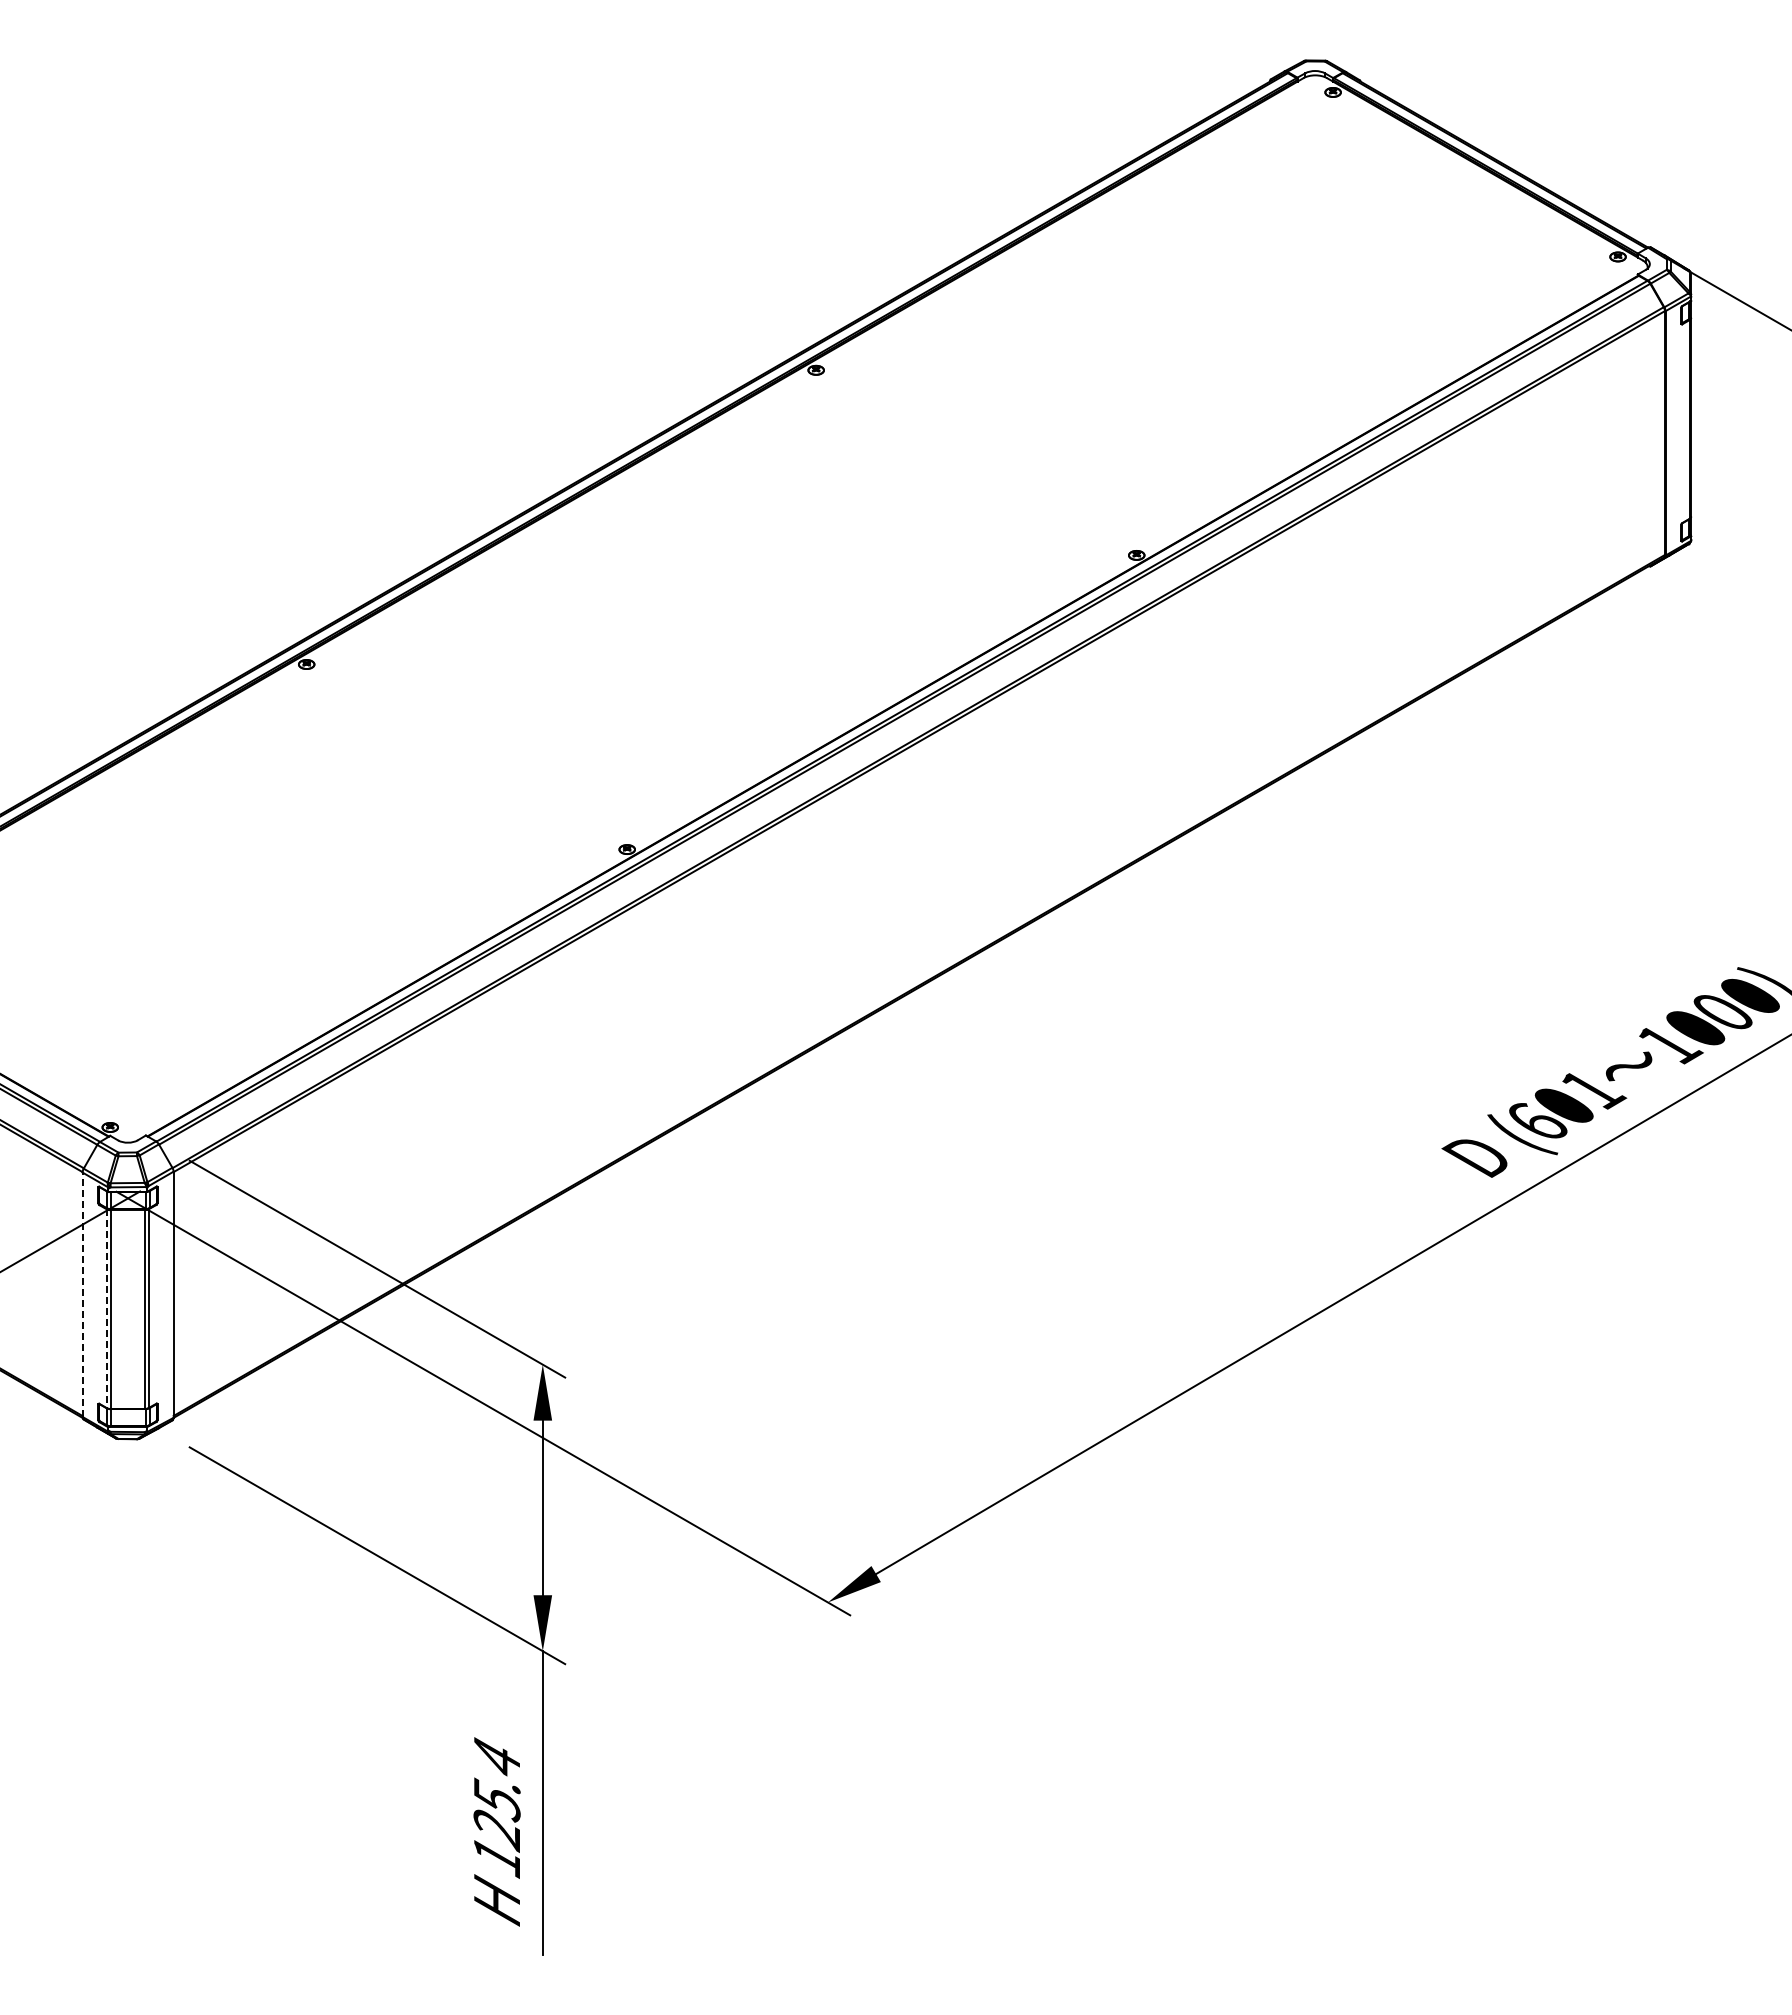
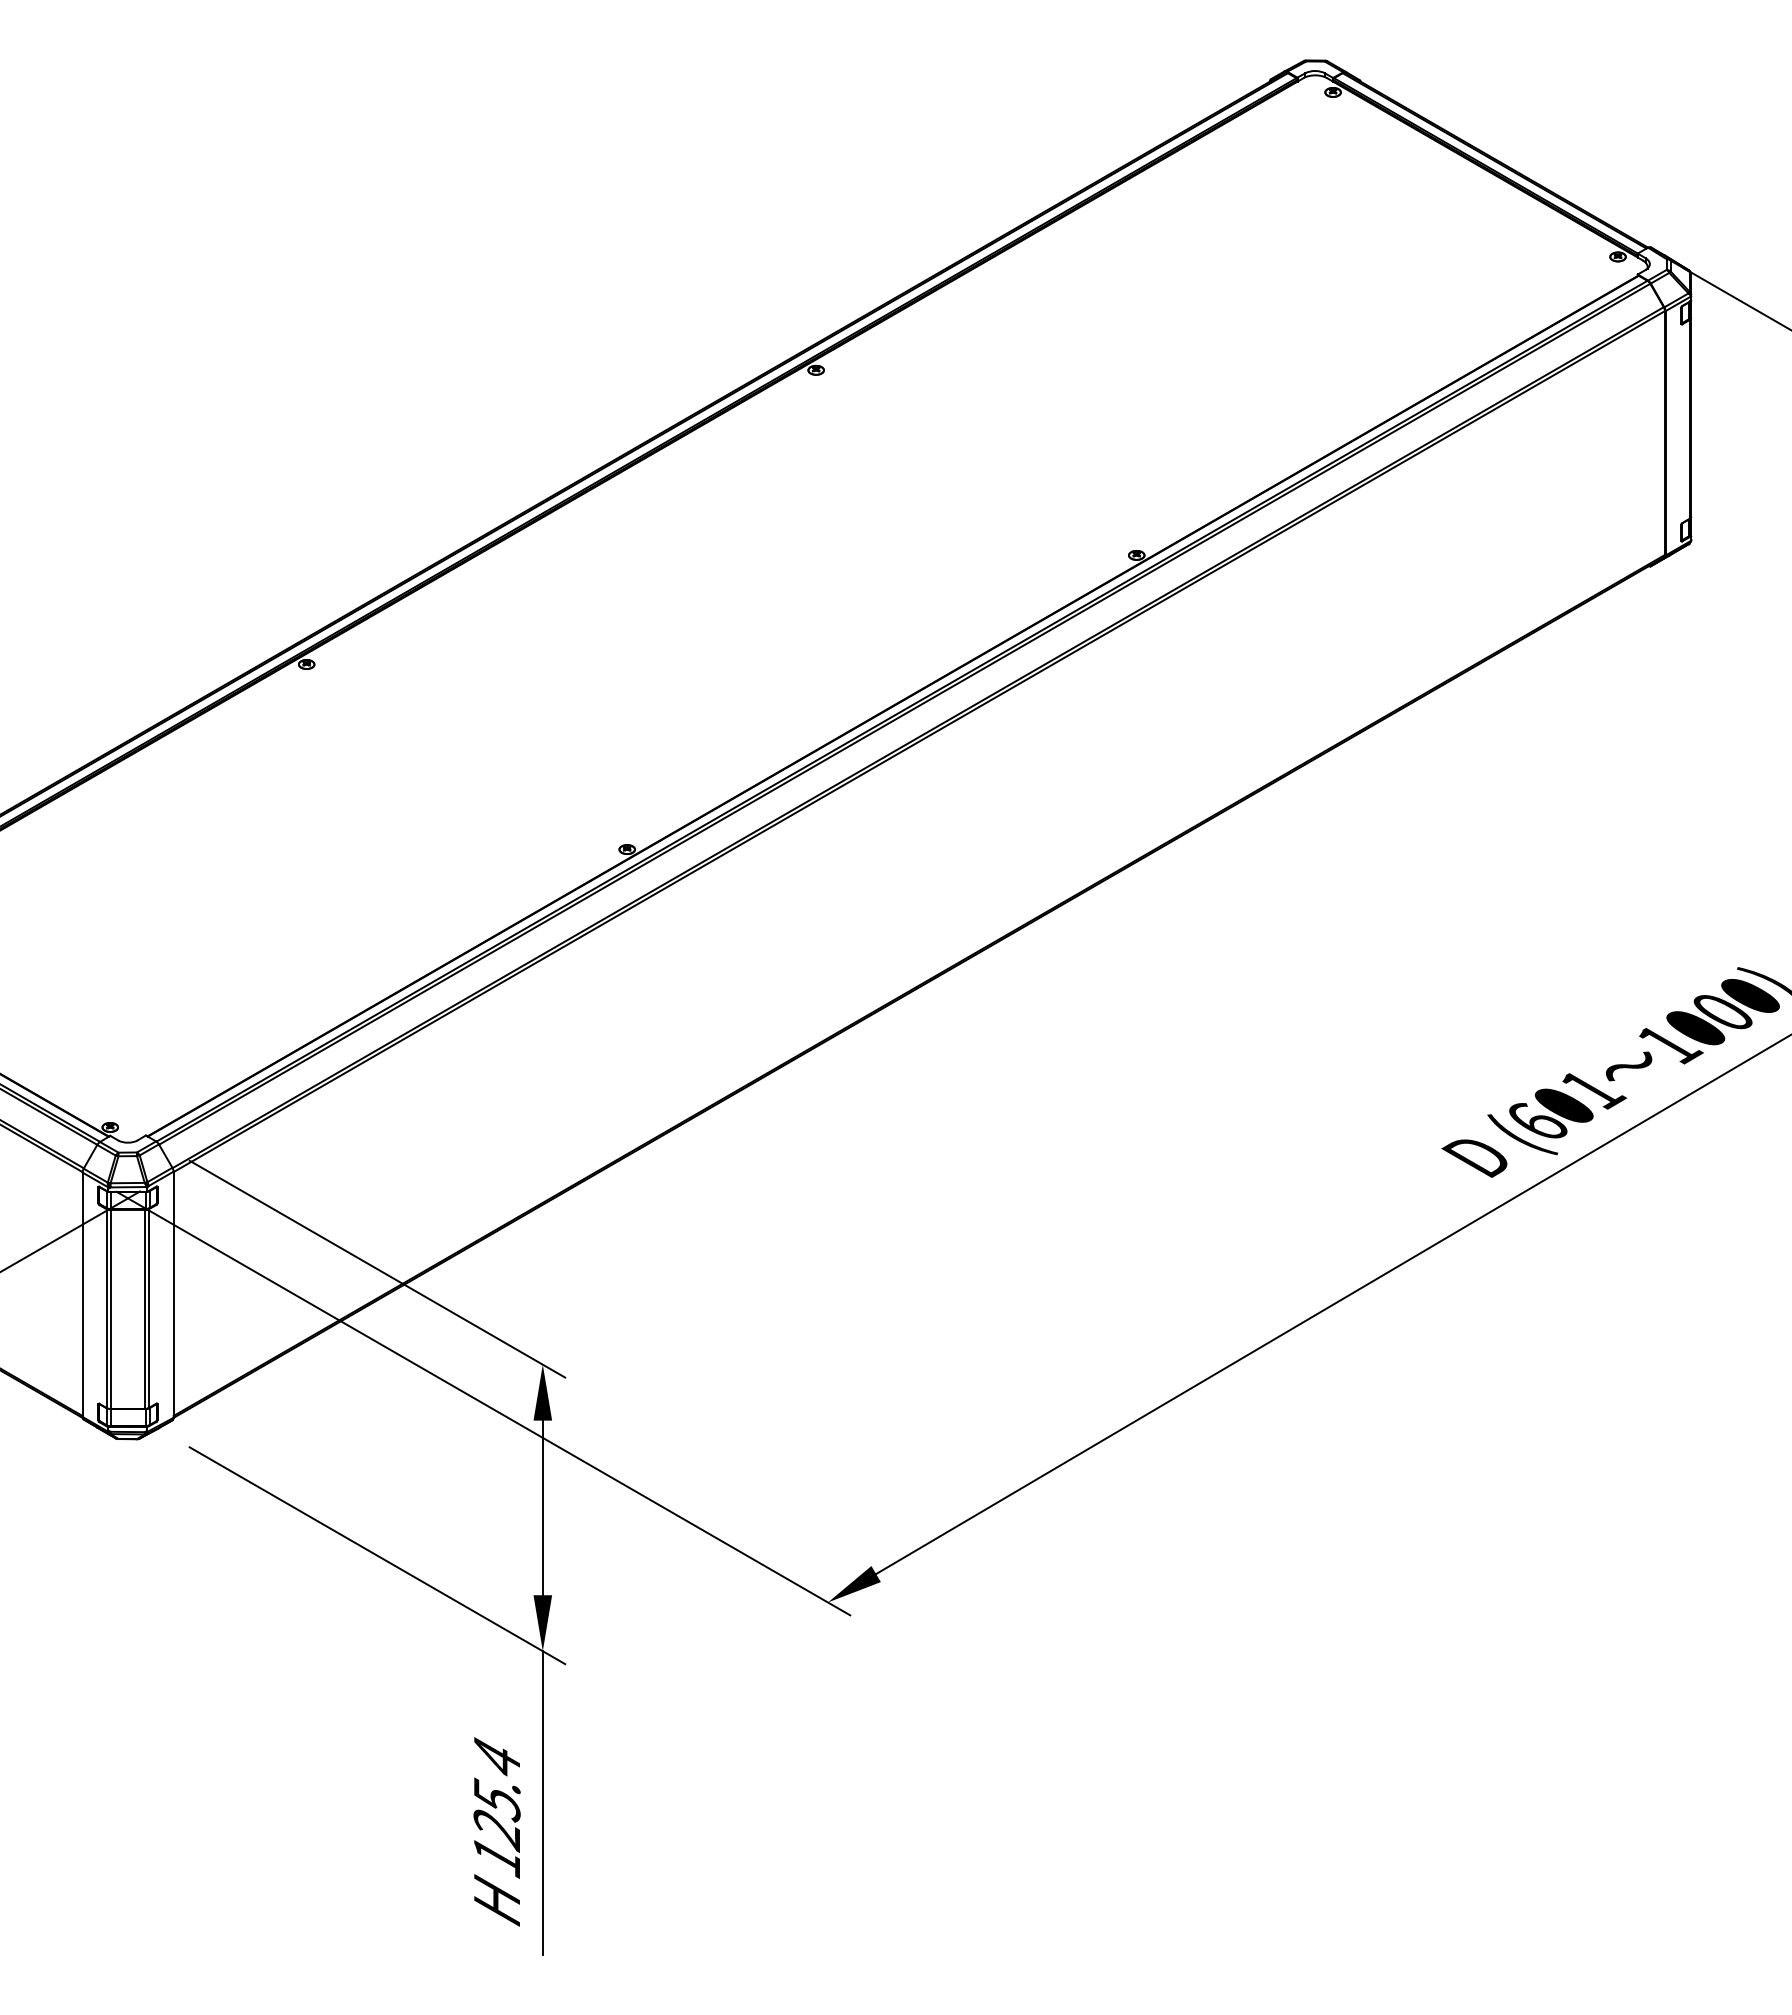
line at (82, 1294): dashed -> solid
line at (106, 1309): dashed -> solid
